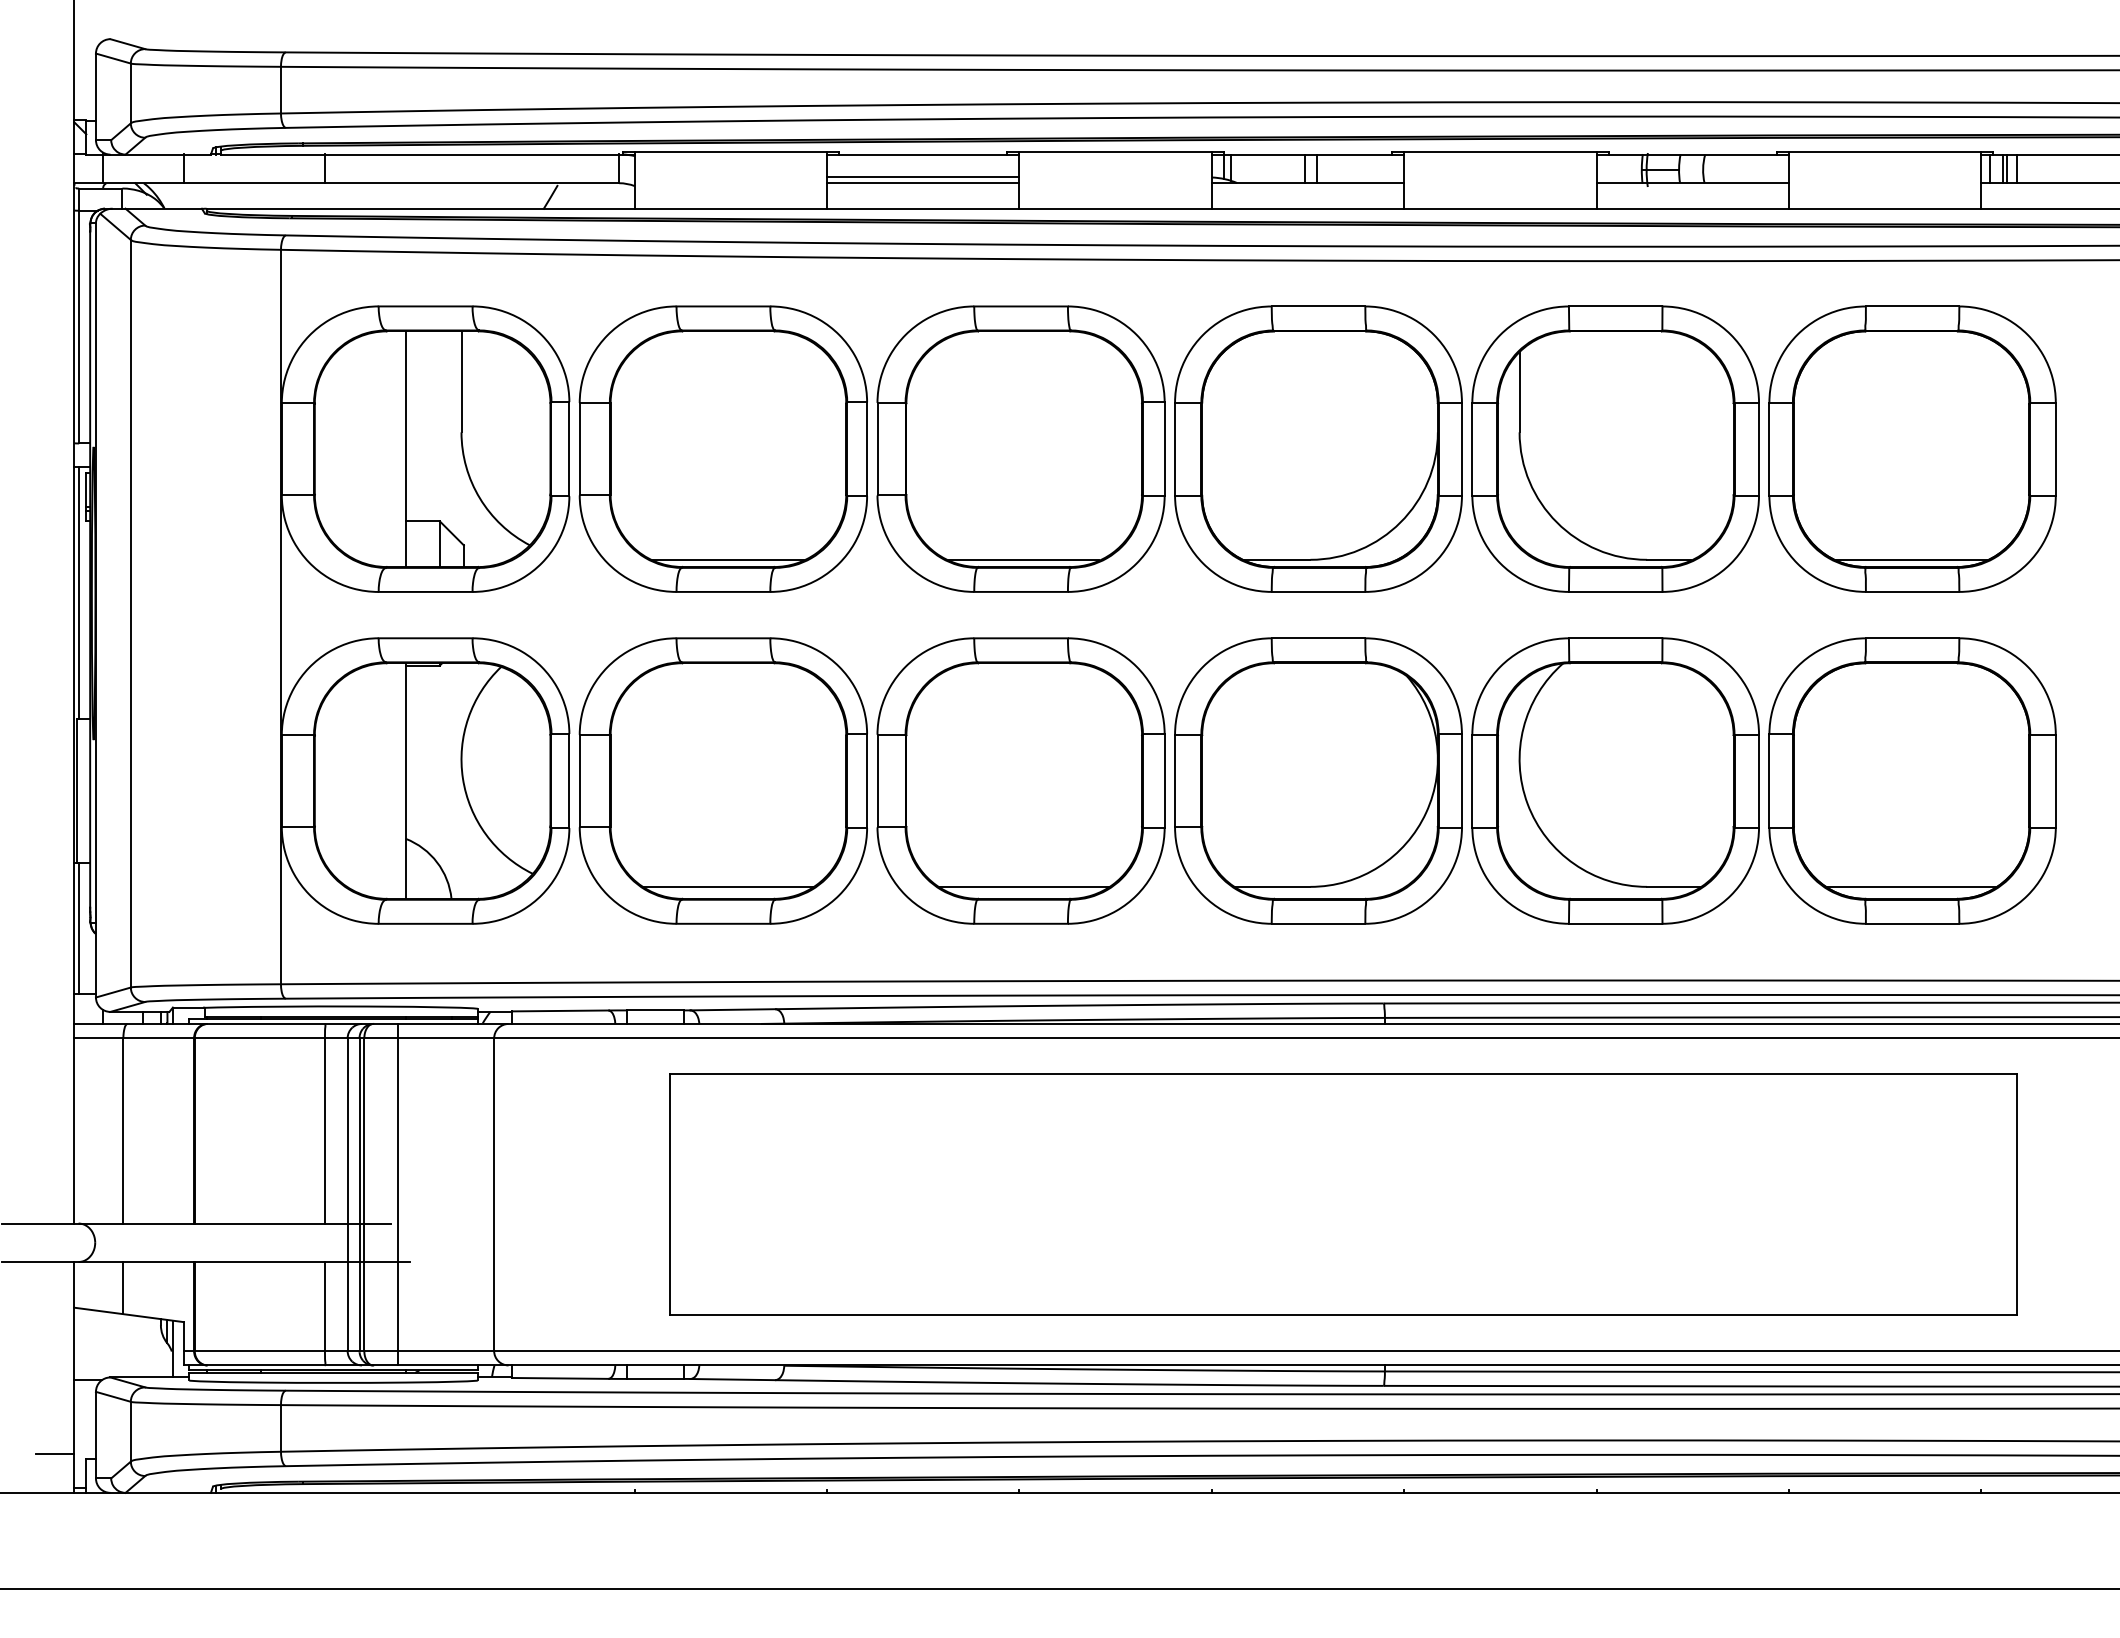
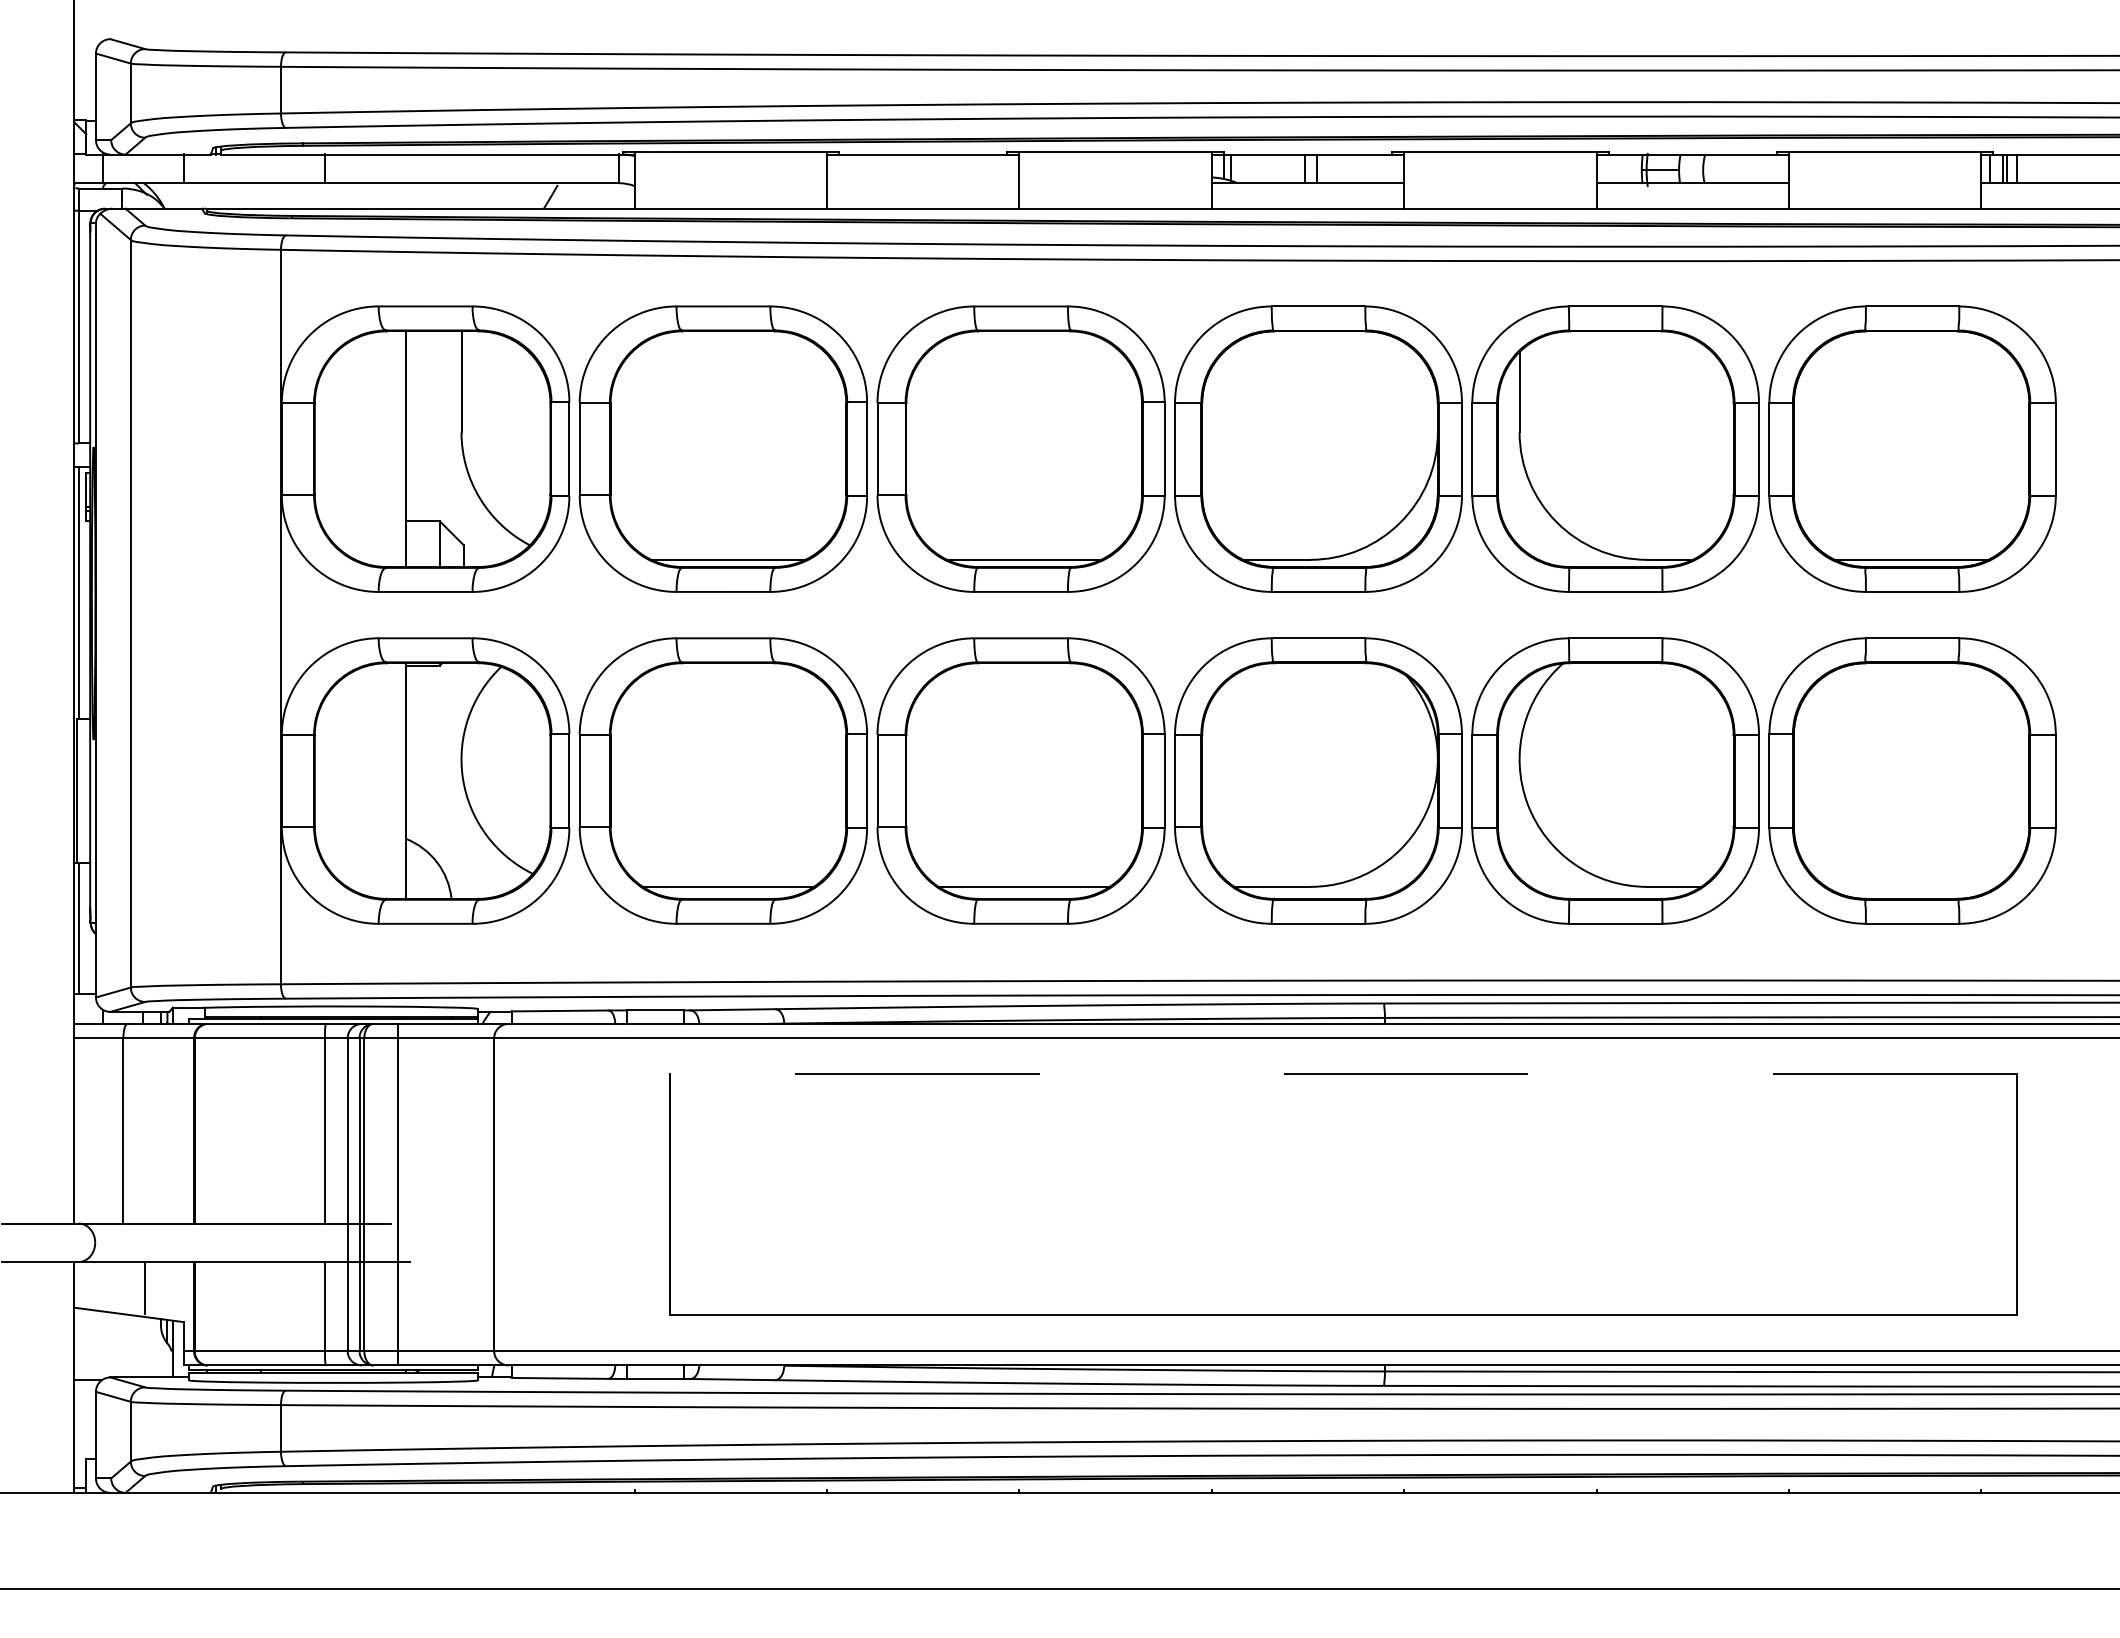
line at (923, 177): present -> none
line at (923, 183): present -> none
line at (1911, 886): present -> none
line at (1343, 1074): solid -> dashed
line at (123, 1288) position: (123, 1288) -> (145, 1288)
line at (54, 1454): present -> none
